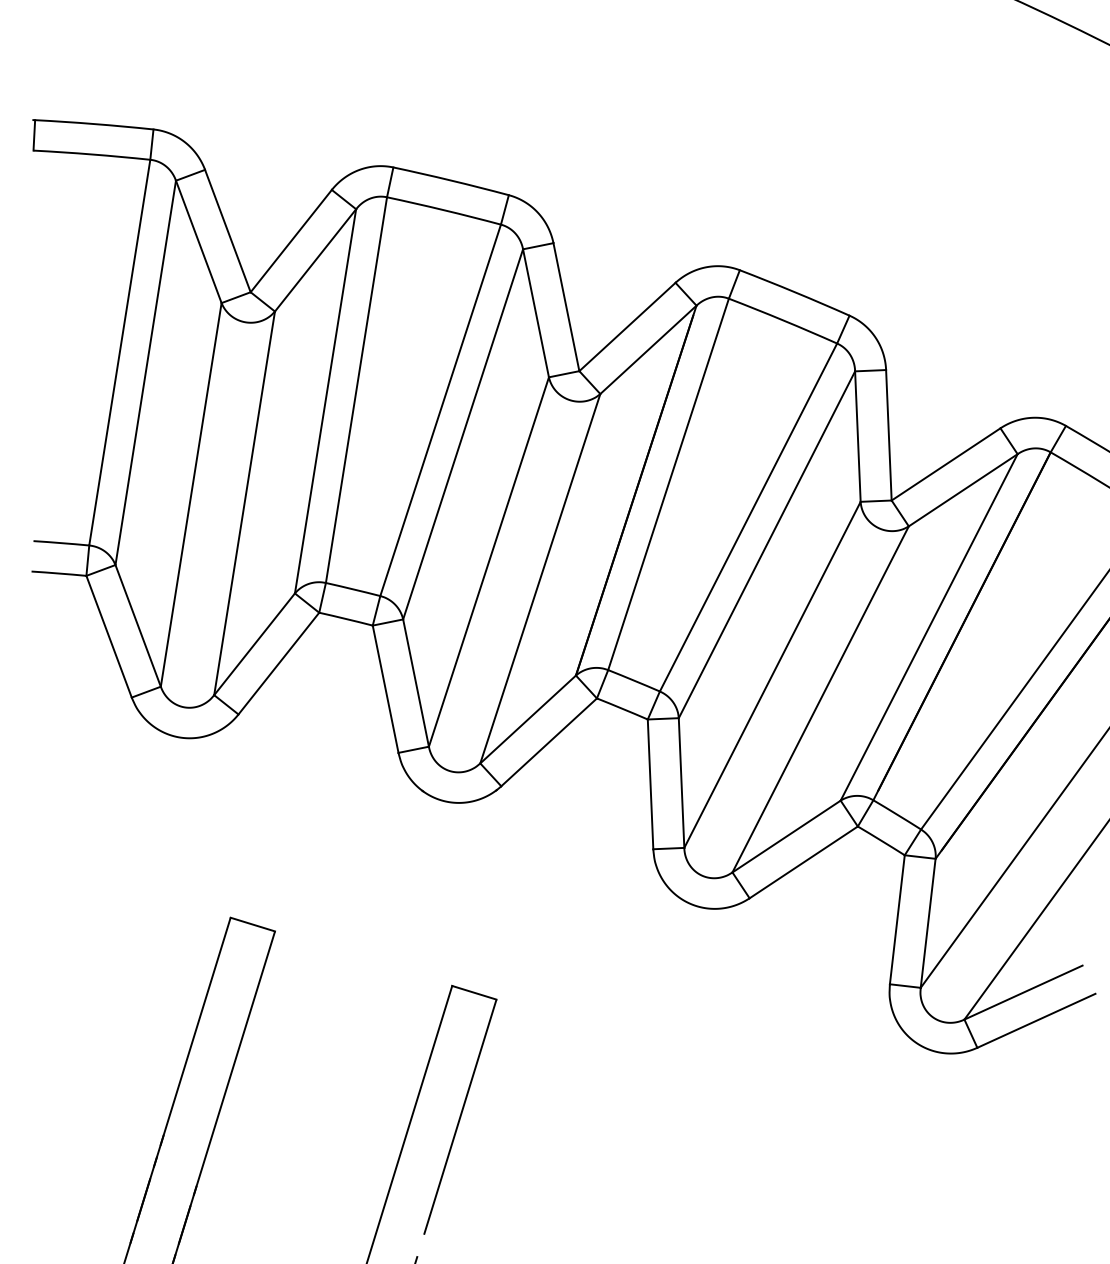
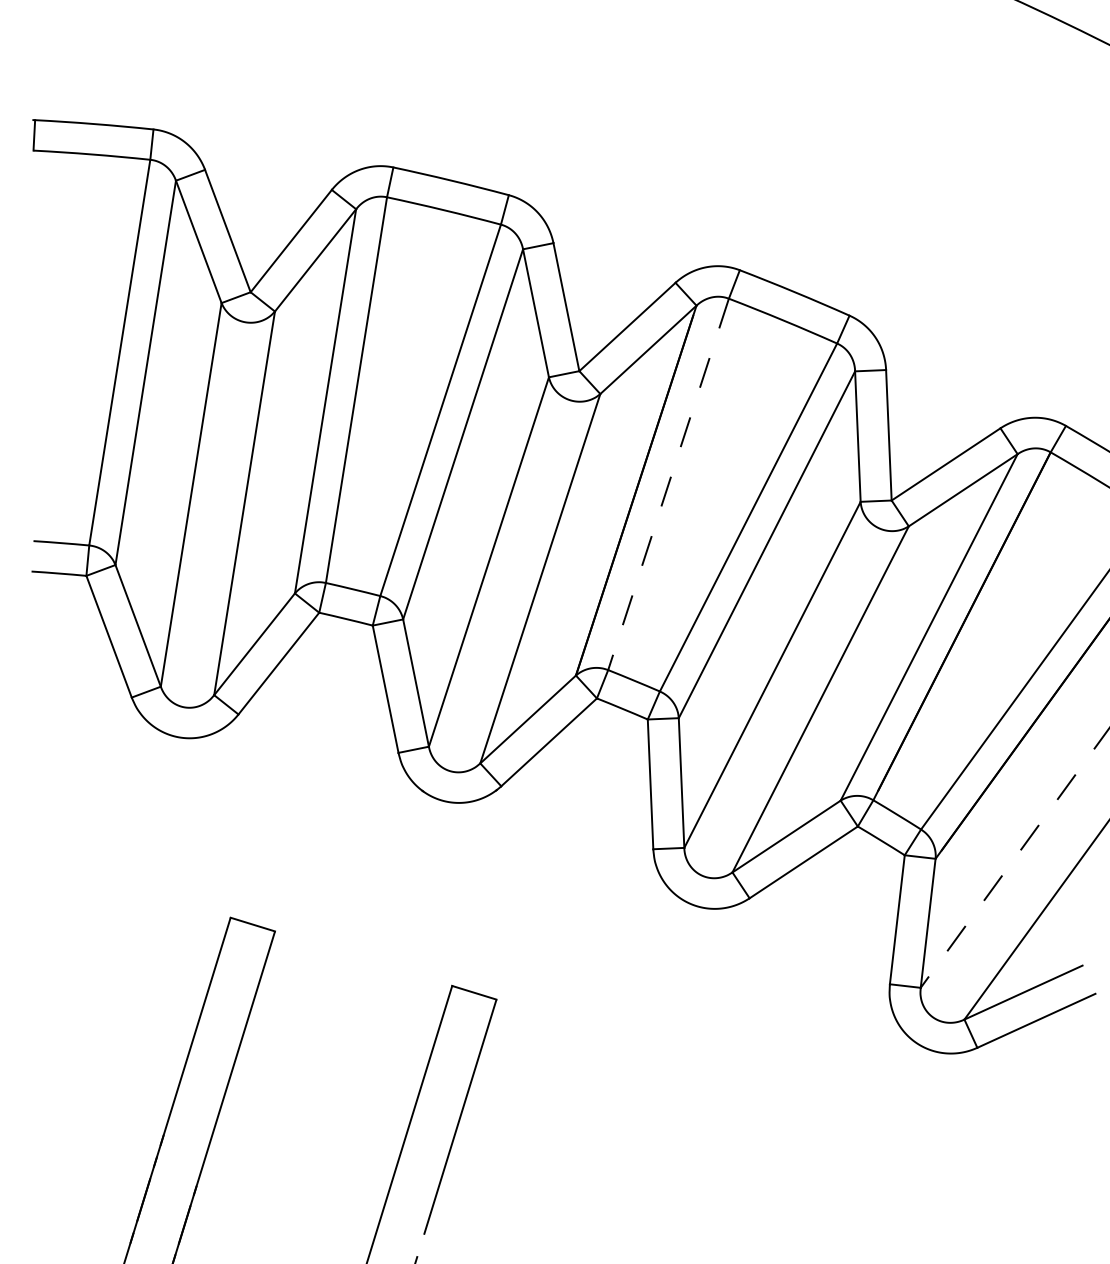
line at (668, 484): solid -> dashed
line at (1015, 857): solid -> dashed
